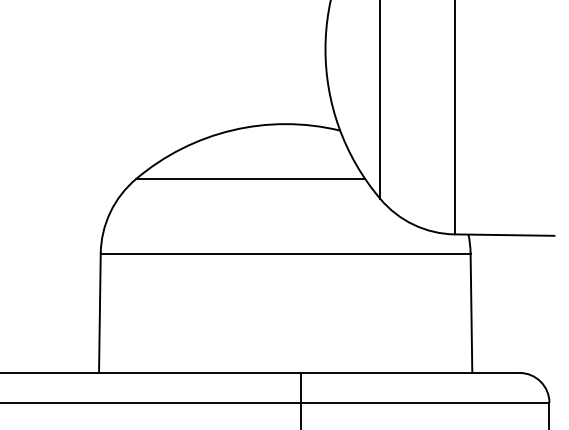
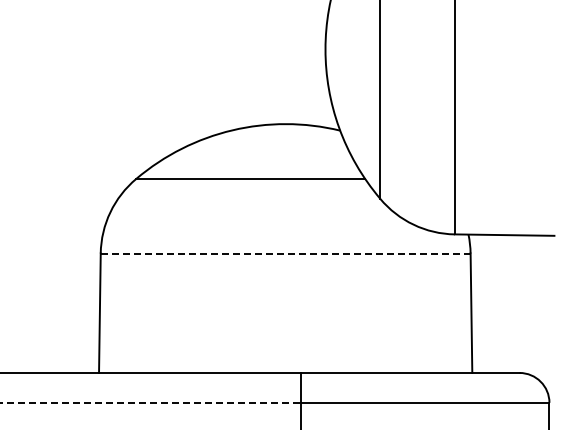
line at (285, 253): solid -> dashed
line at (150, 402): solid -> dashed
